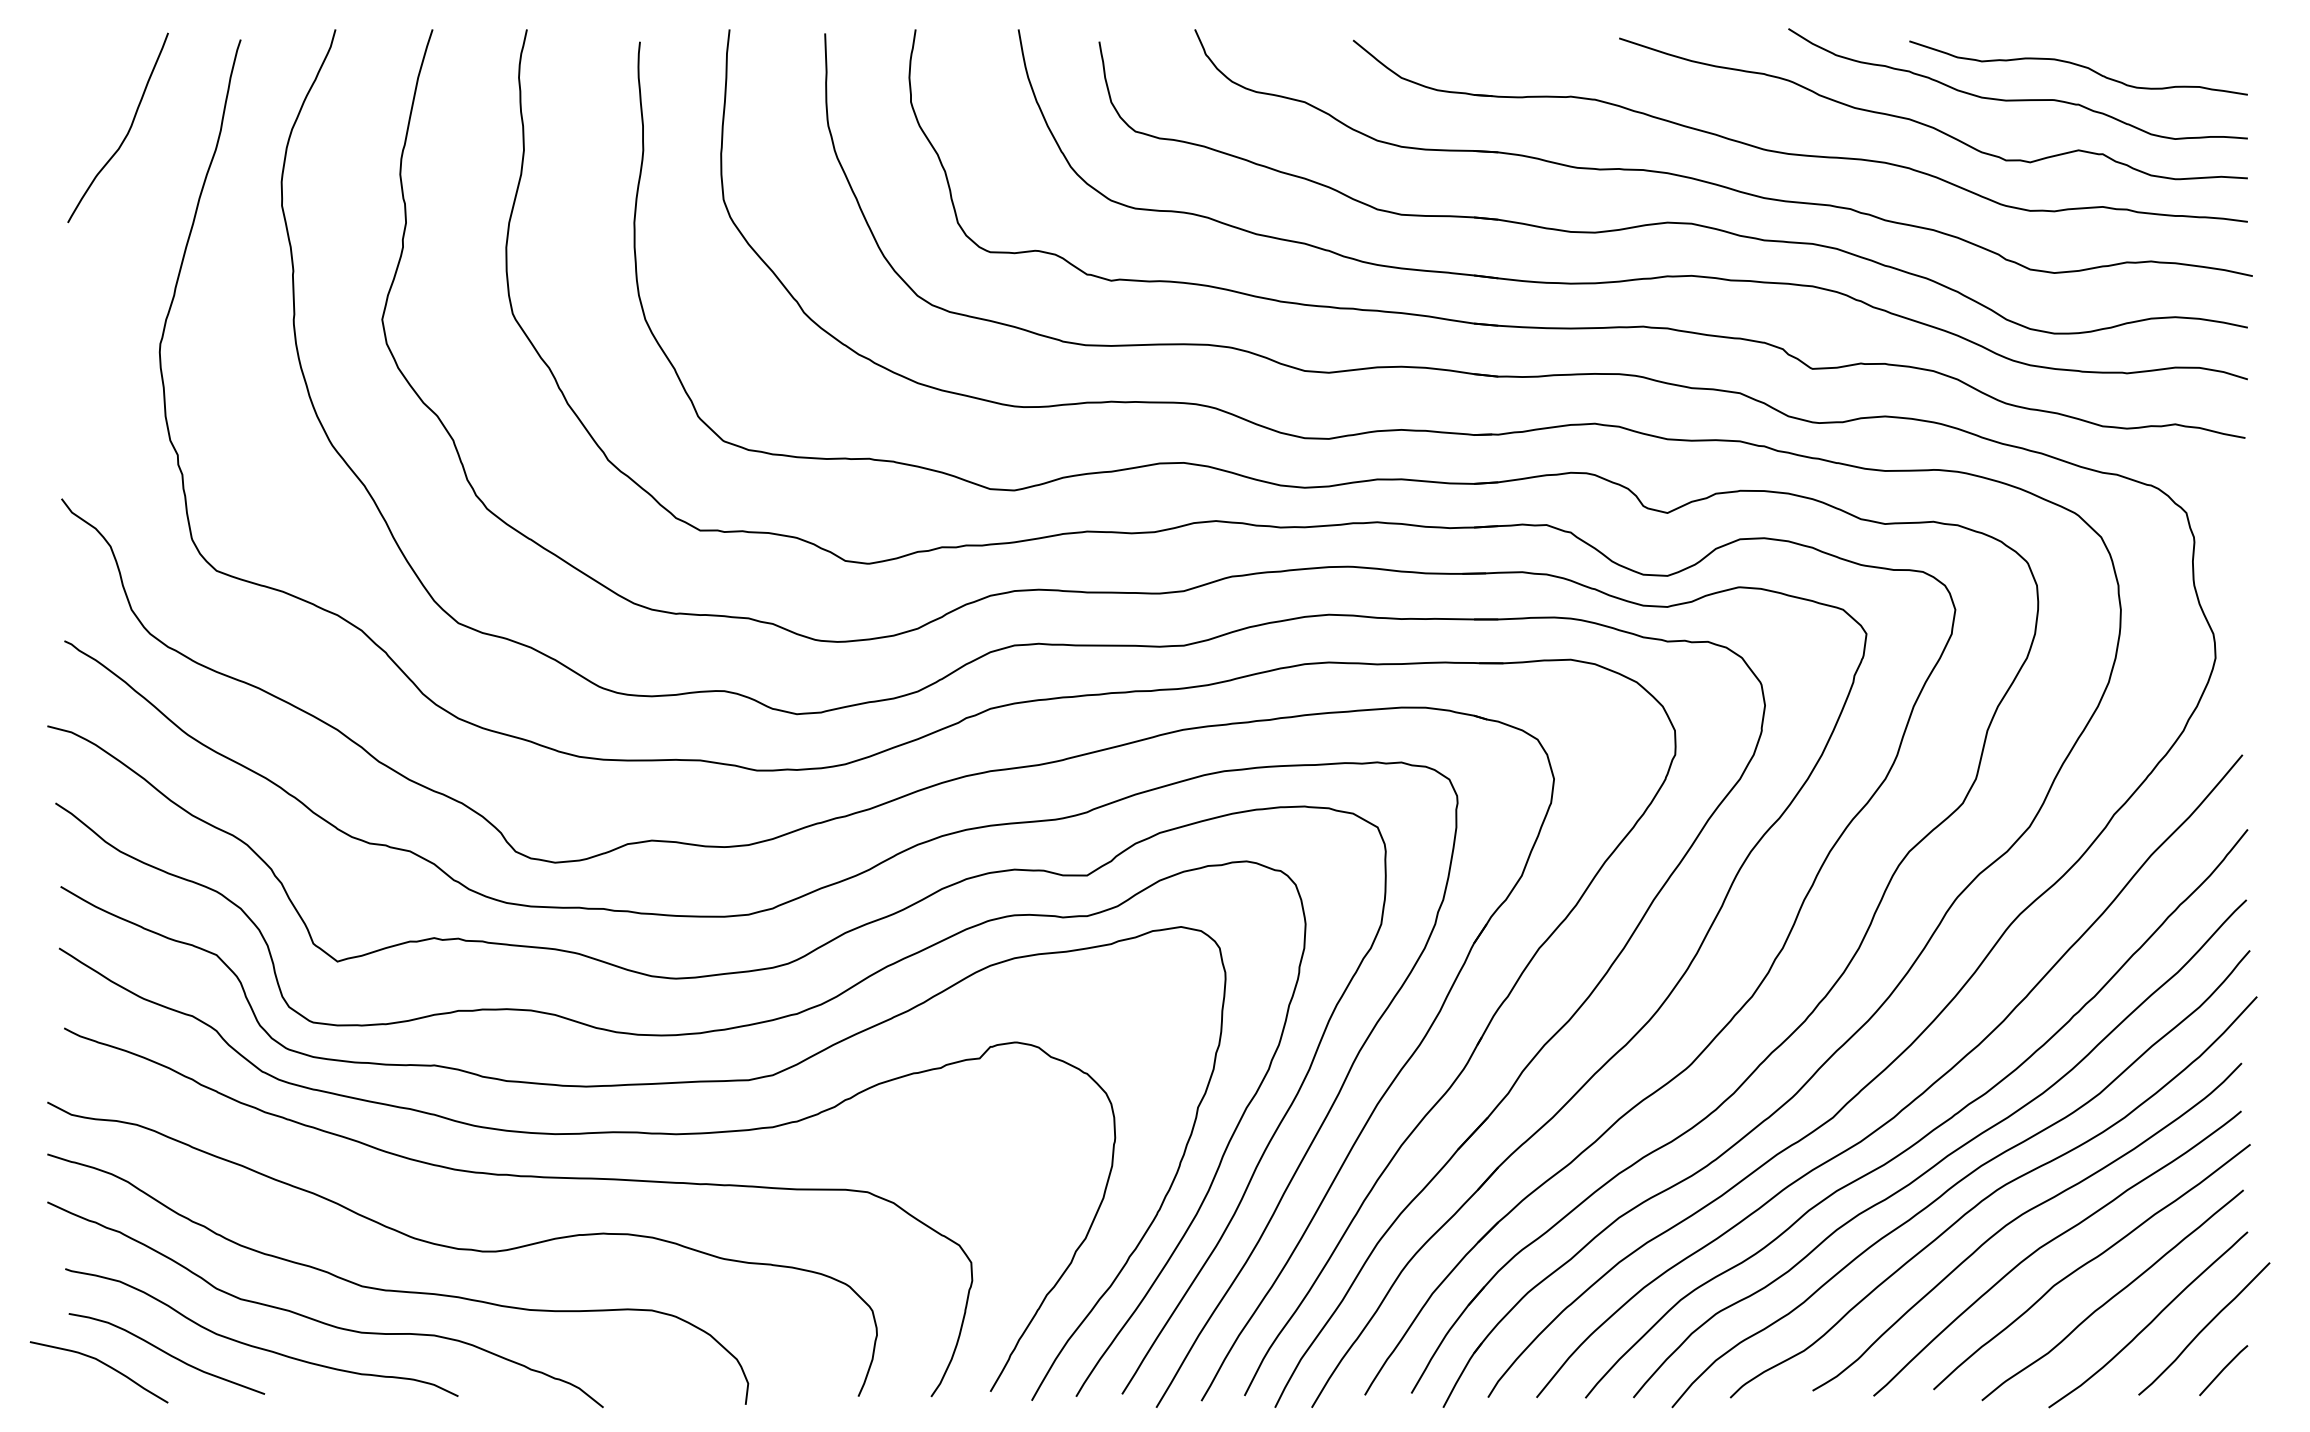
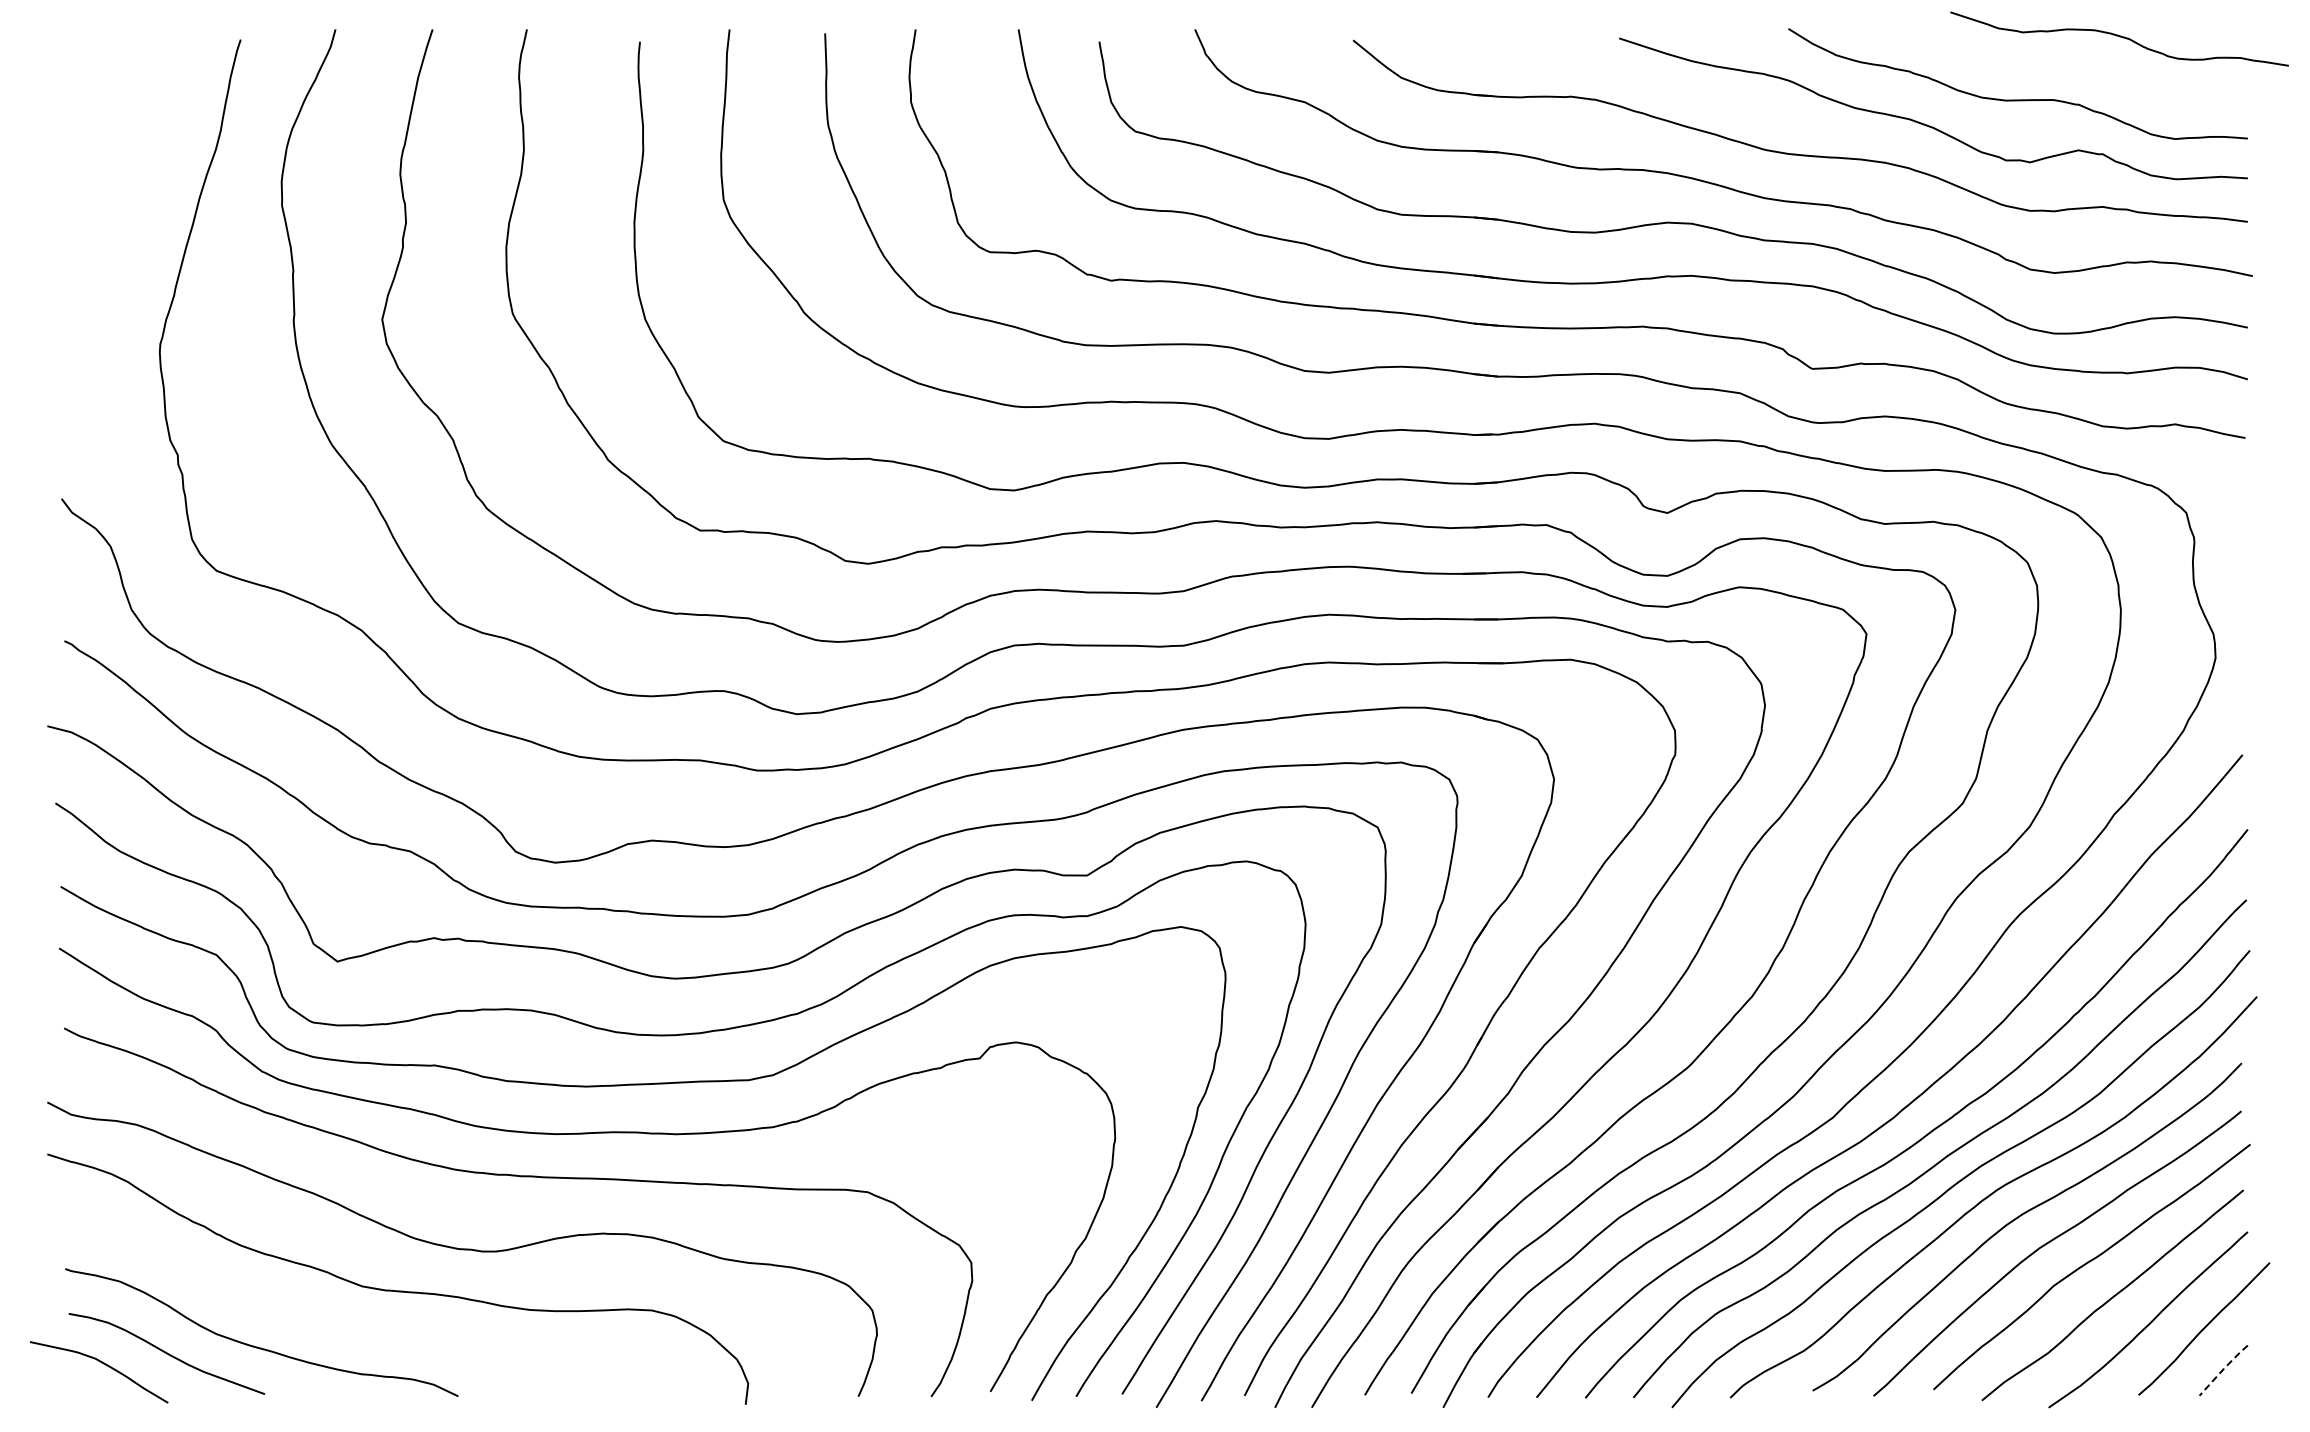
curve at (2078, 66) position: (2078, 66) -> (2119, 37)
curve at (127, 131): present -> none
curve at (319, 1320): present -> none
line at (2223, 1369): solid -> dashed
